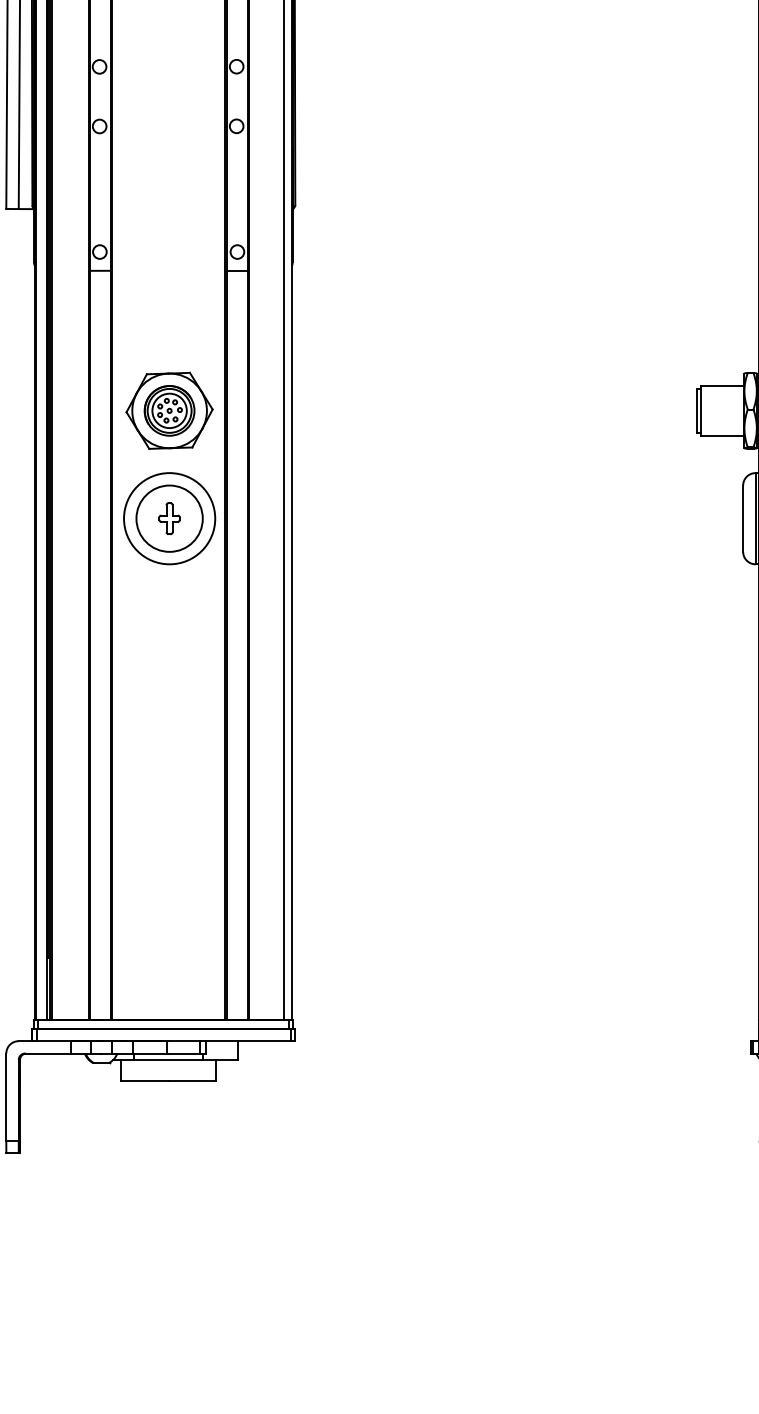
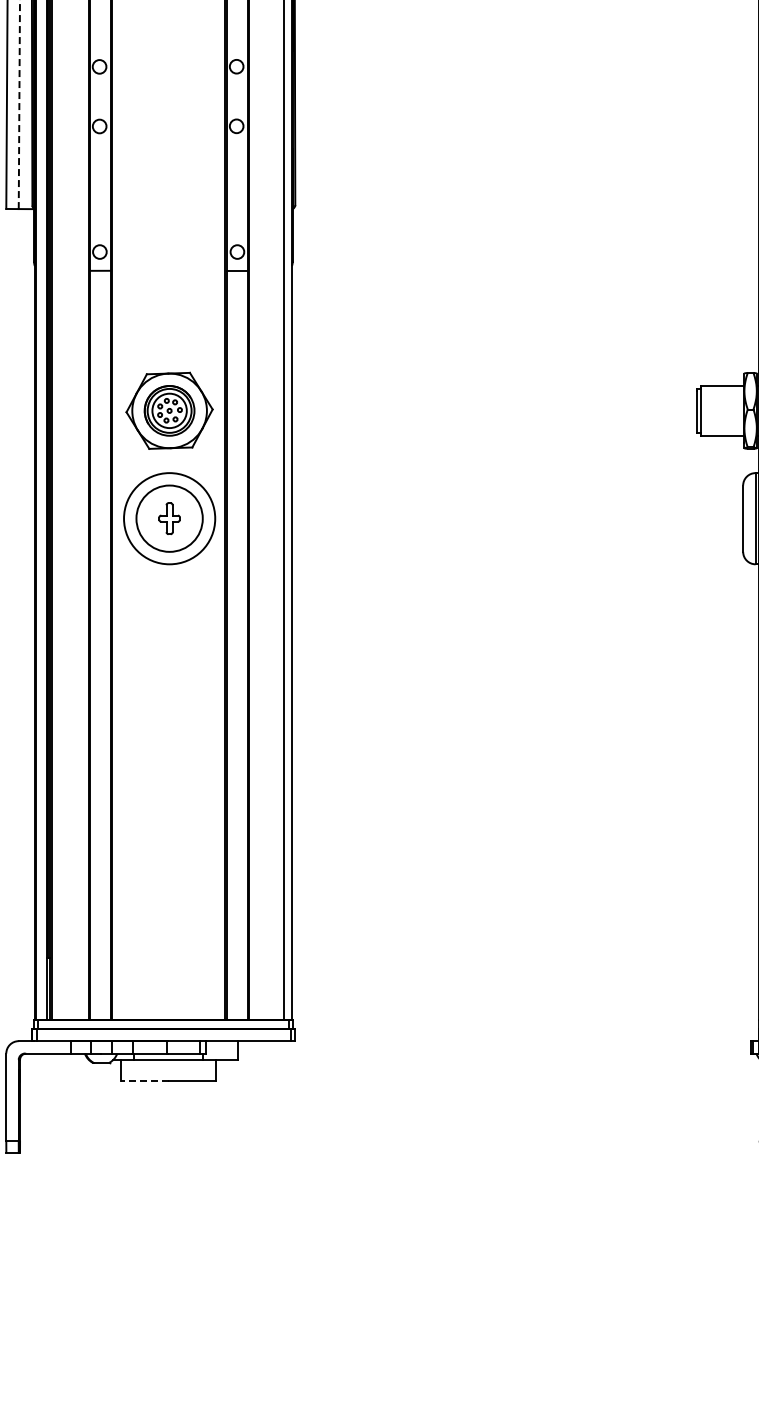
line at (19, 104): solid -> dashed
line at (144, 1080): solid -> dashed
